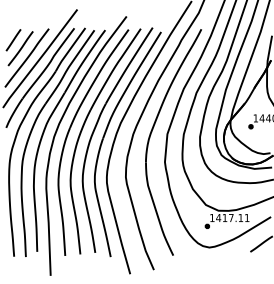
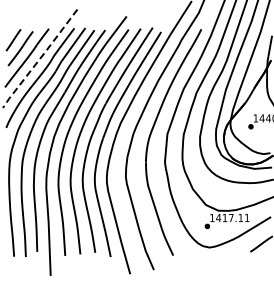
line at (39, 59): solid -> dashed
